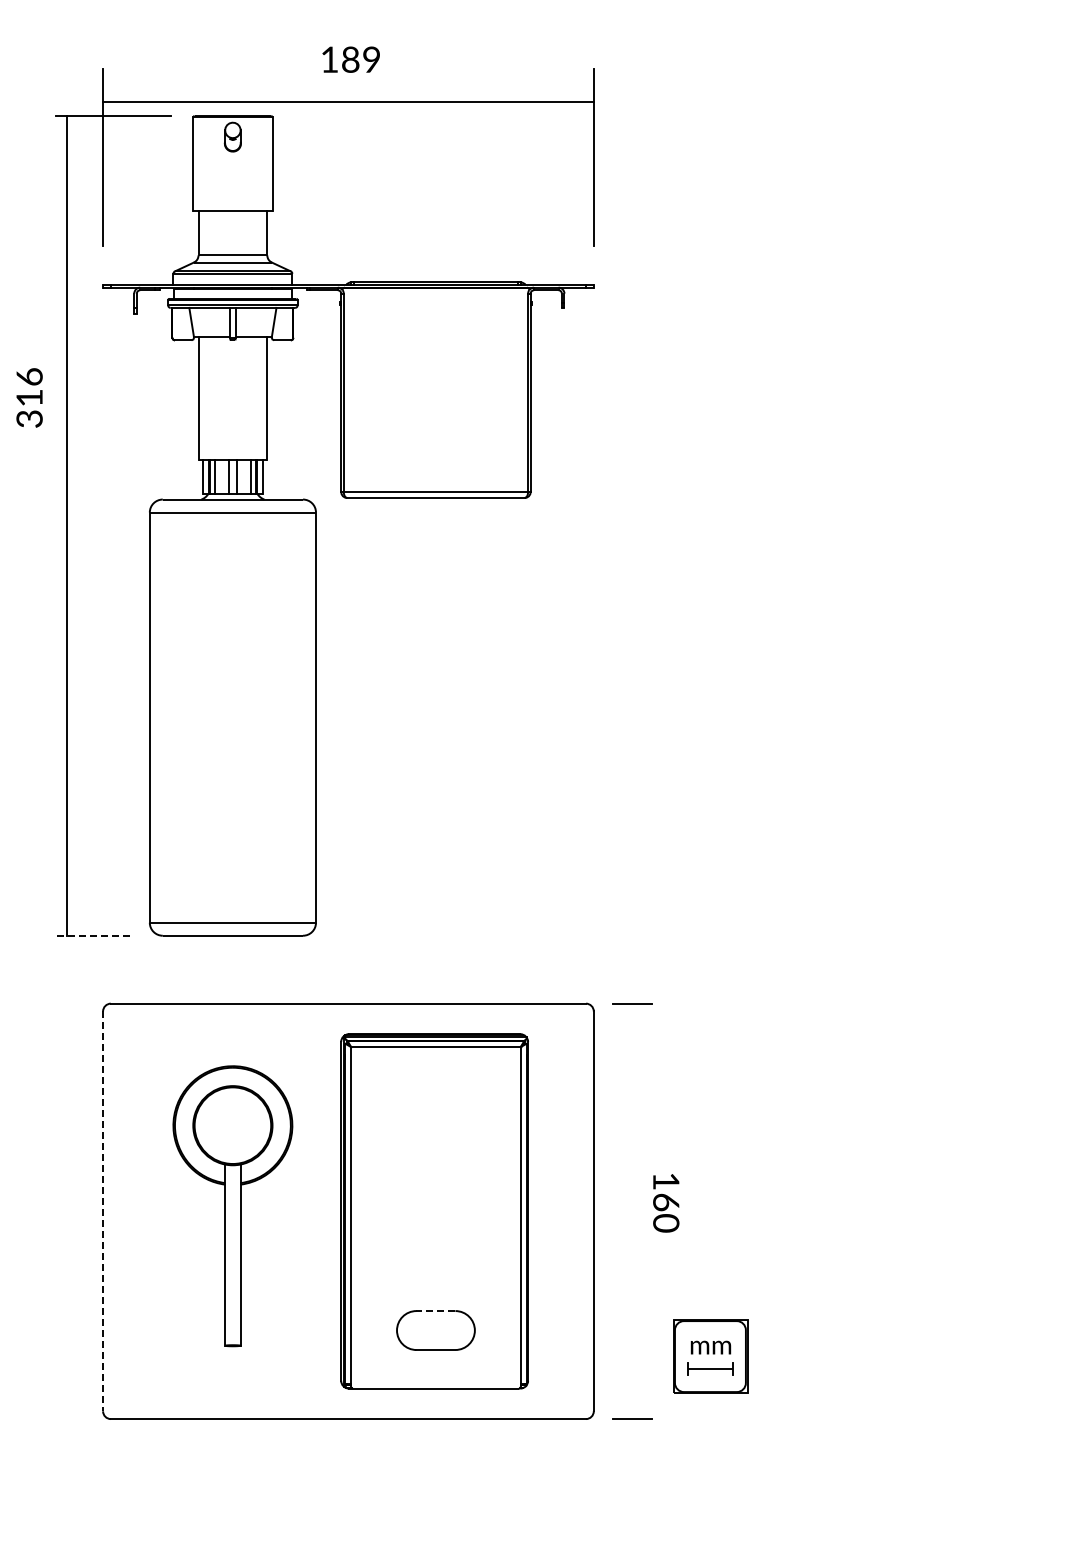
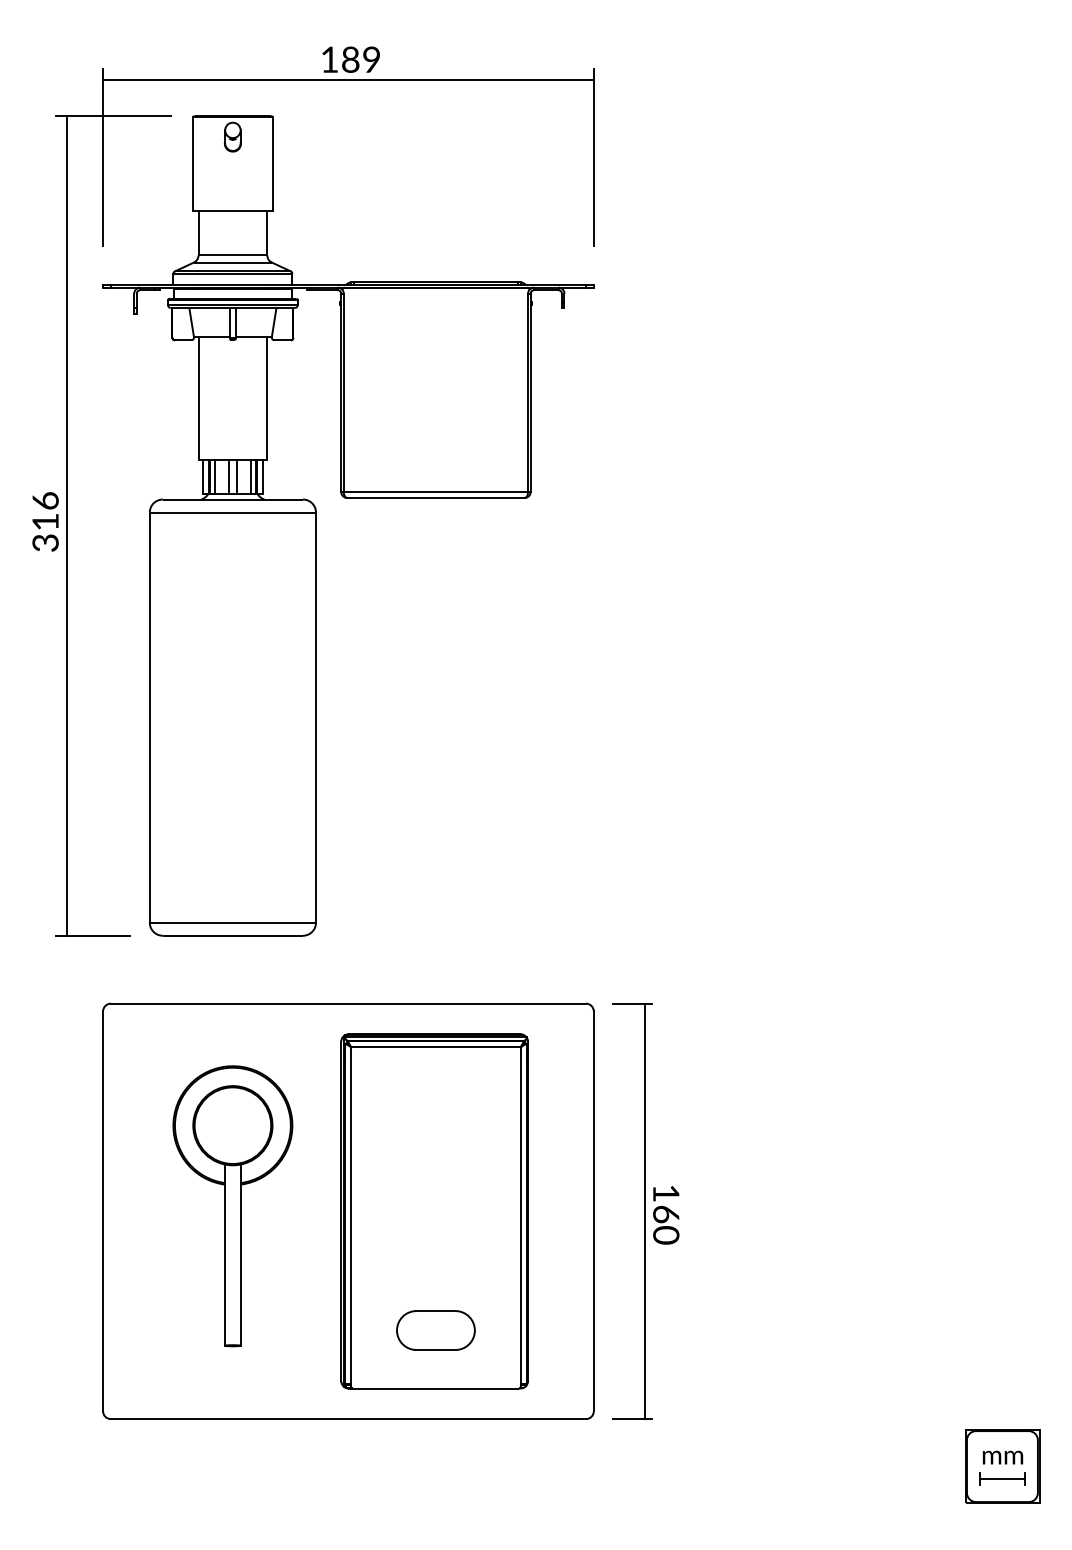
line at (348, 101) position: (348, 101) -> (348, 79)
text at (29, 397) position: (29, 397) -> (45, 521)
line at (92, 935): dashed -> solid
text at (666, 1203) position: (666, 1203) -> (666, 1215)
line at (103, 1211): dashed -> solid
line at (644, 1211): none -> present
line at (435, 1311): dashed -> solid
part at (710, 1356) position: (710, 1356) -> (1002, 1466)
